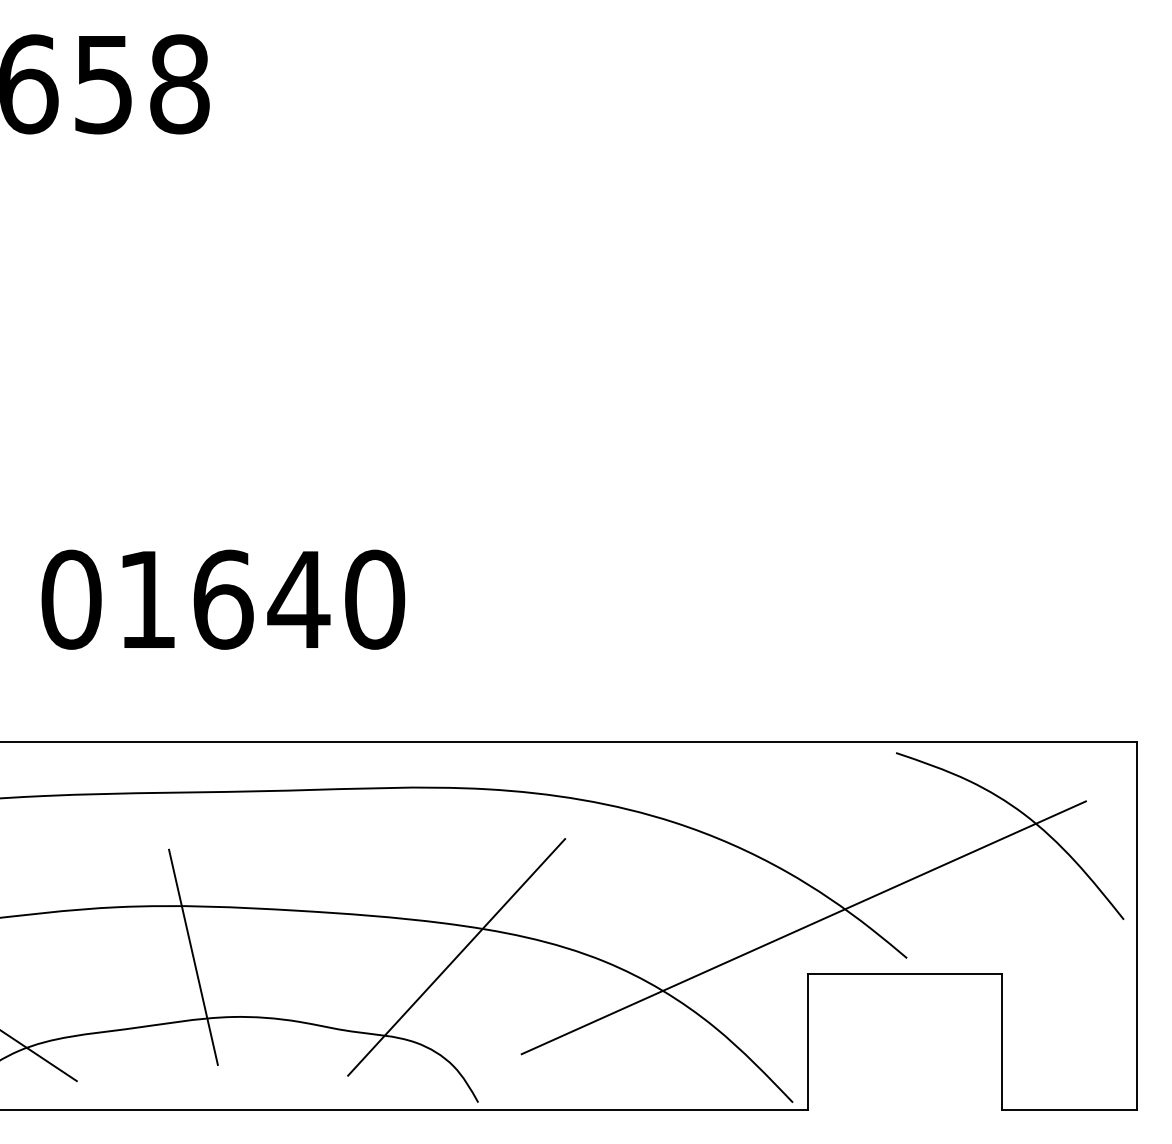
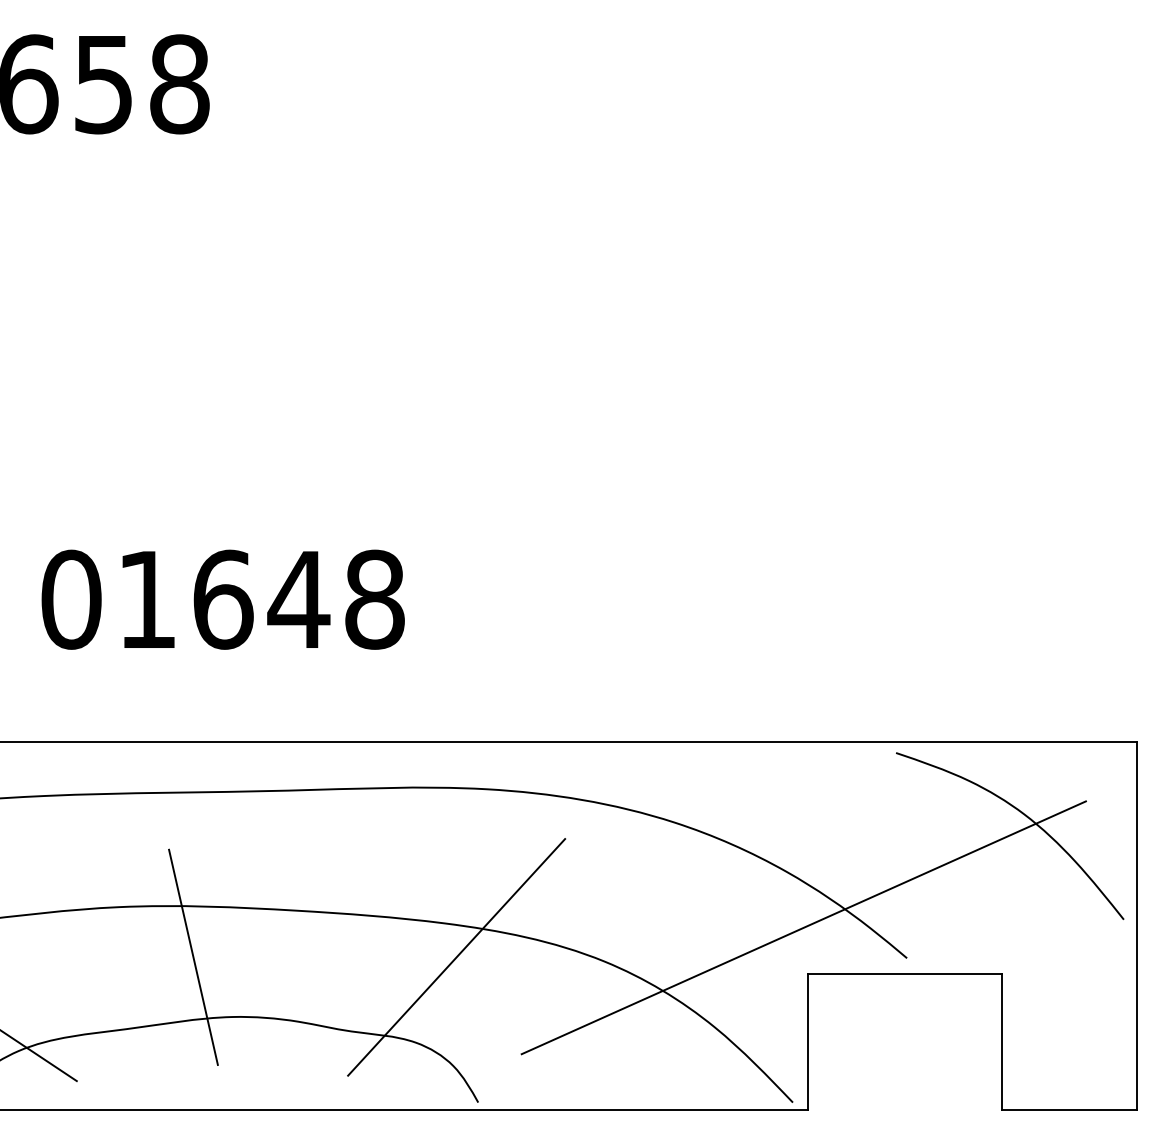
text at (375, 599): 01640 -> 01648
